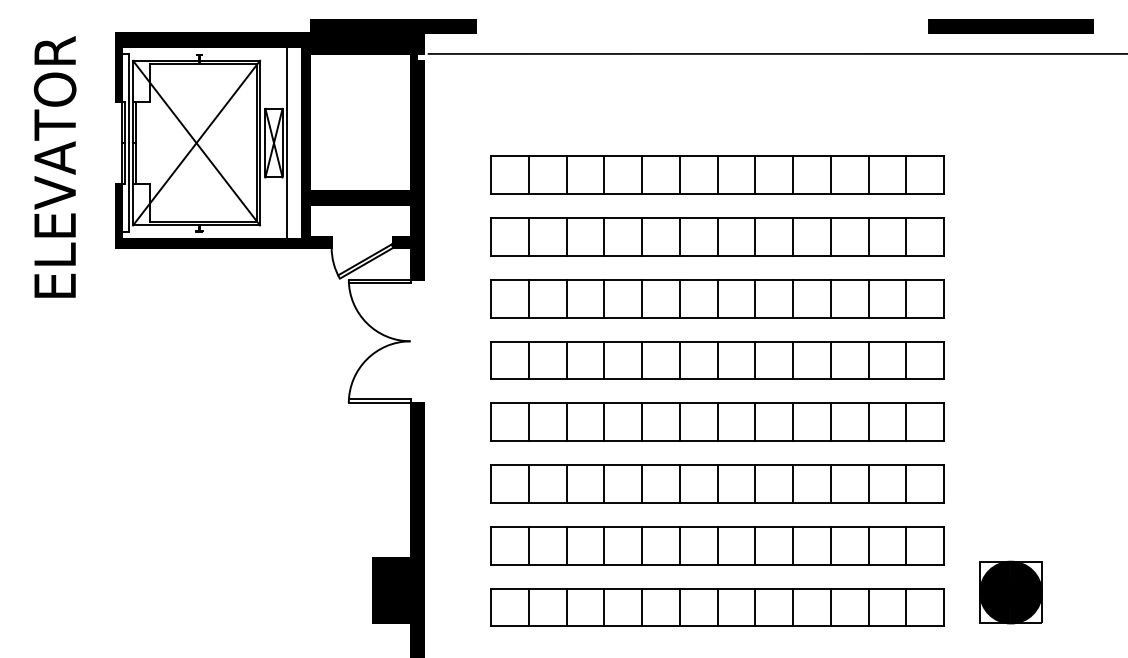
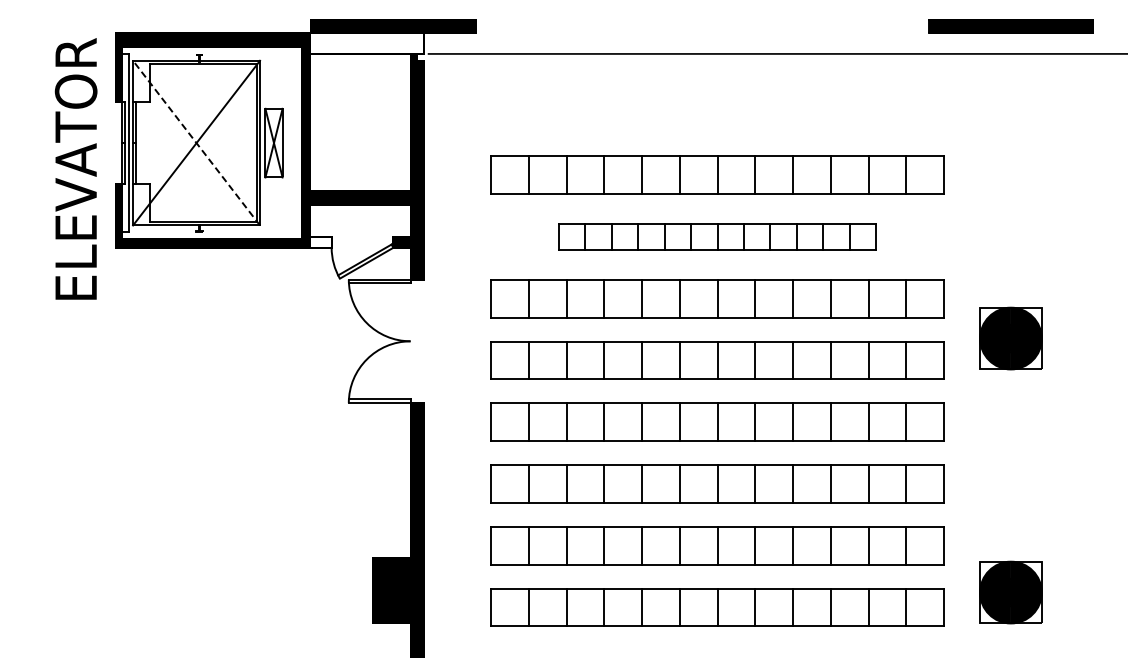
fill at (367, 43): present -> none
line at (196, 143): solid -> dashed
line at (287, 143): present -> none
text at (54, 166) position: (54, 166) -> (75, 168)
part at (717, 236) size: 455x40 px -> 319x28 px
fill at (320, 242): present -> none
part at (1010, 338): none -> present
